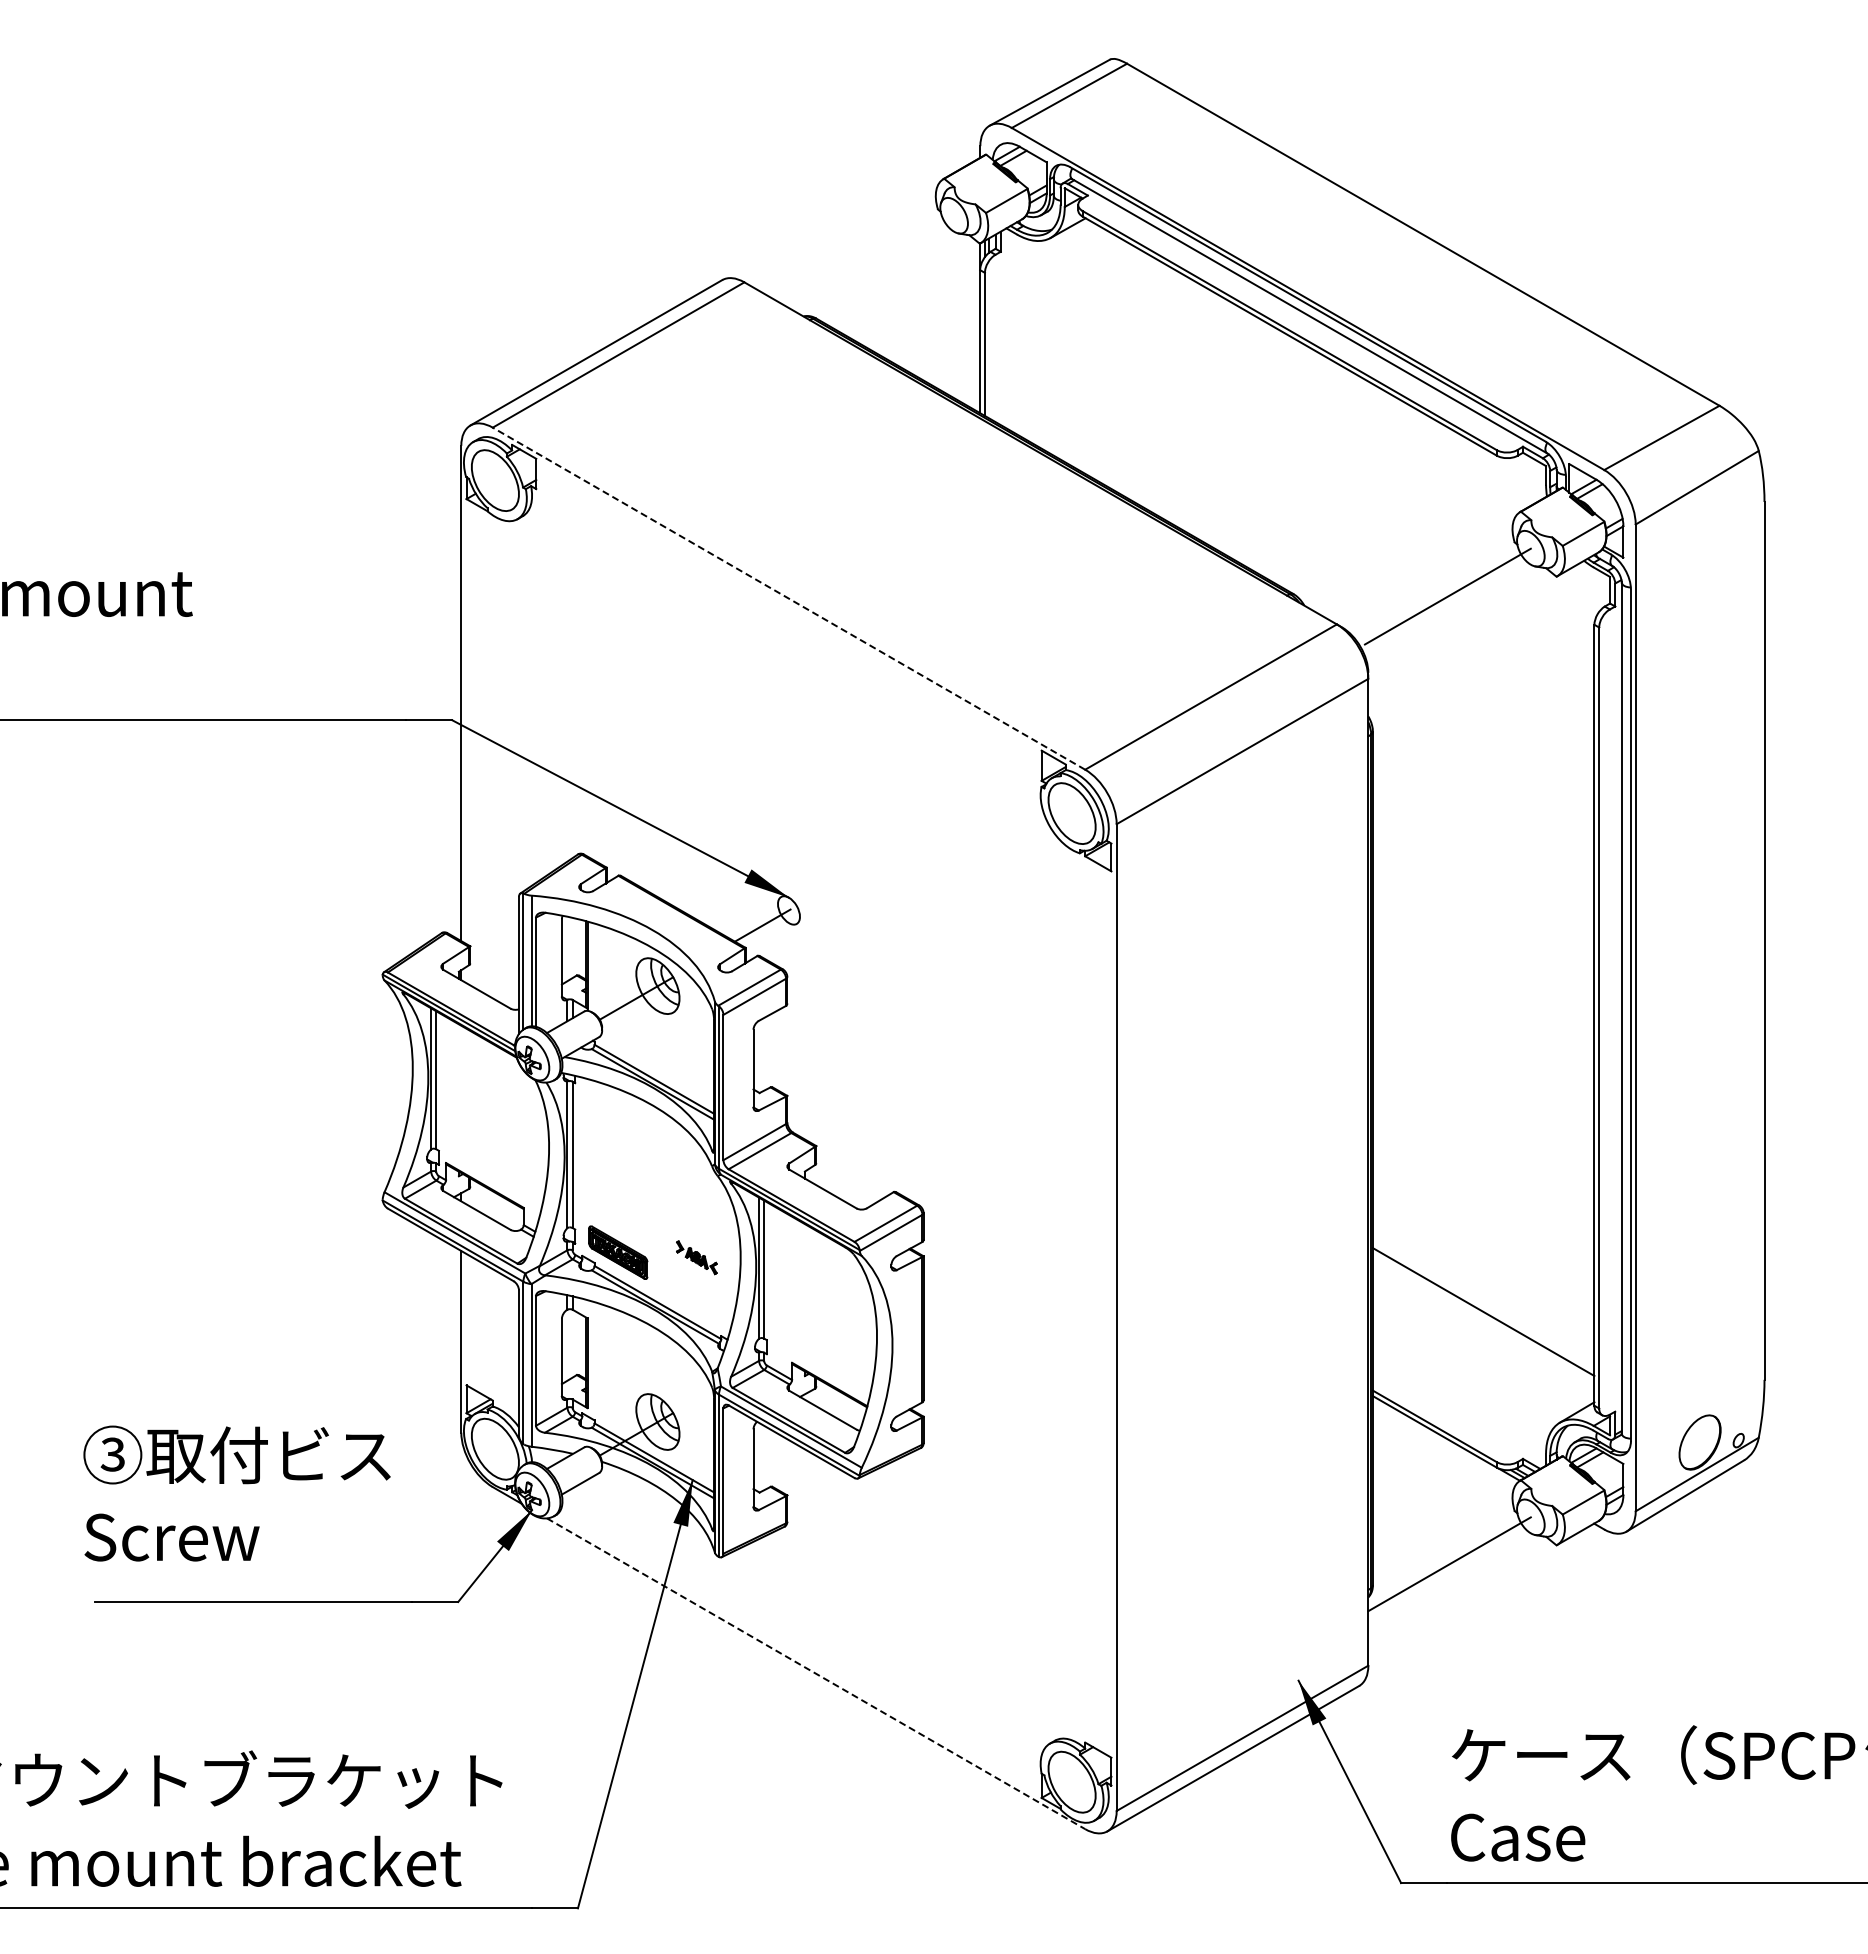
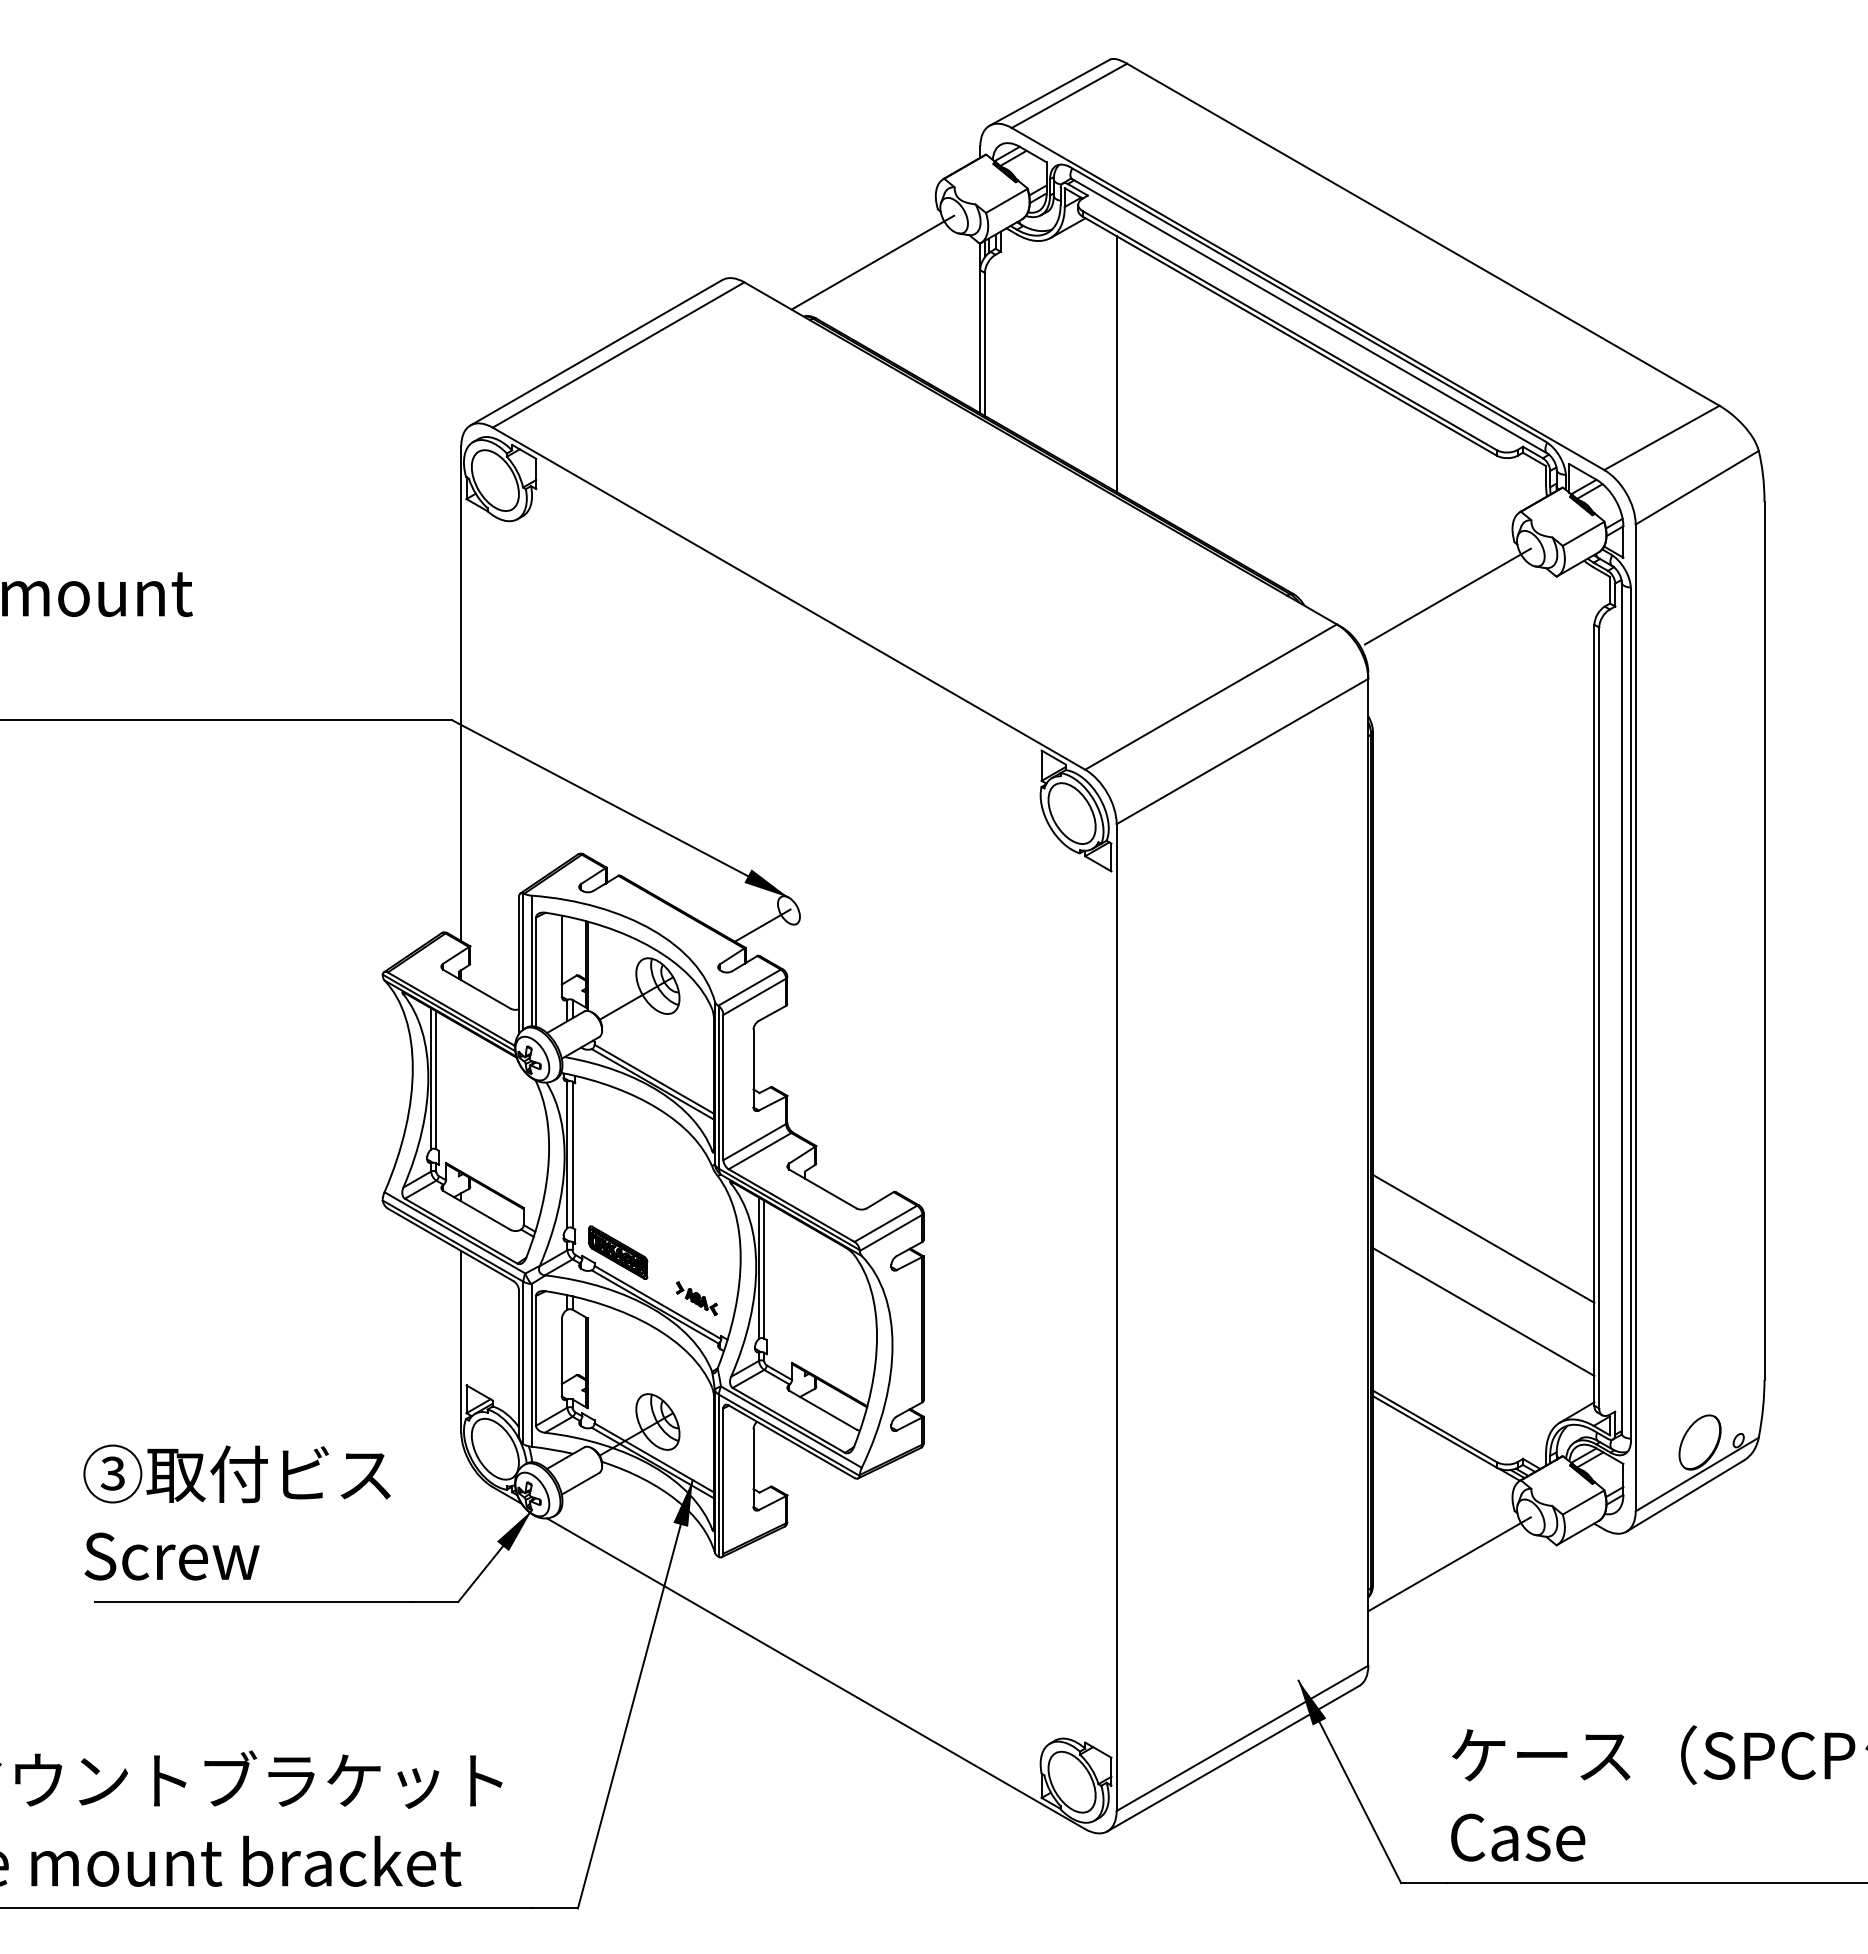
line at (872, 262): none -> present
line at (1117, 364): none -> present
line at (788, 598): dashed -> solid
line at (1483, 1238): none -> present
part at (696, 1257) position: (696, 1257) -> (696, 1298)
text at (236, 1493) position: (236, 1493) -> (236, 1512)
line at (816, 1673): dashed -> solid
